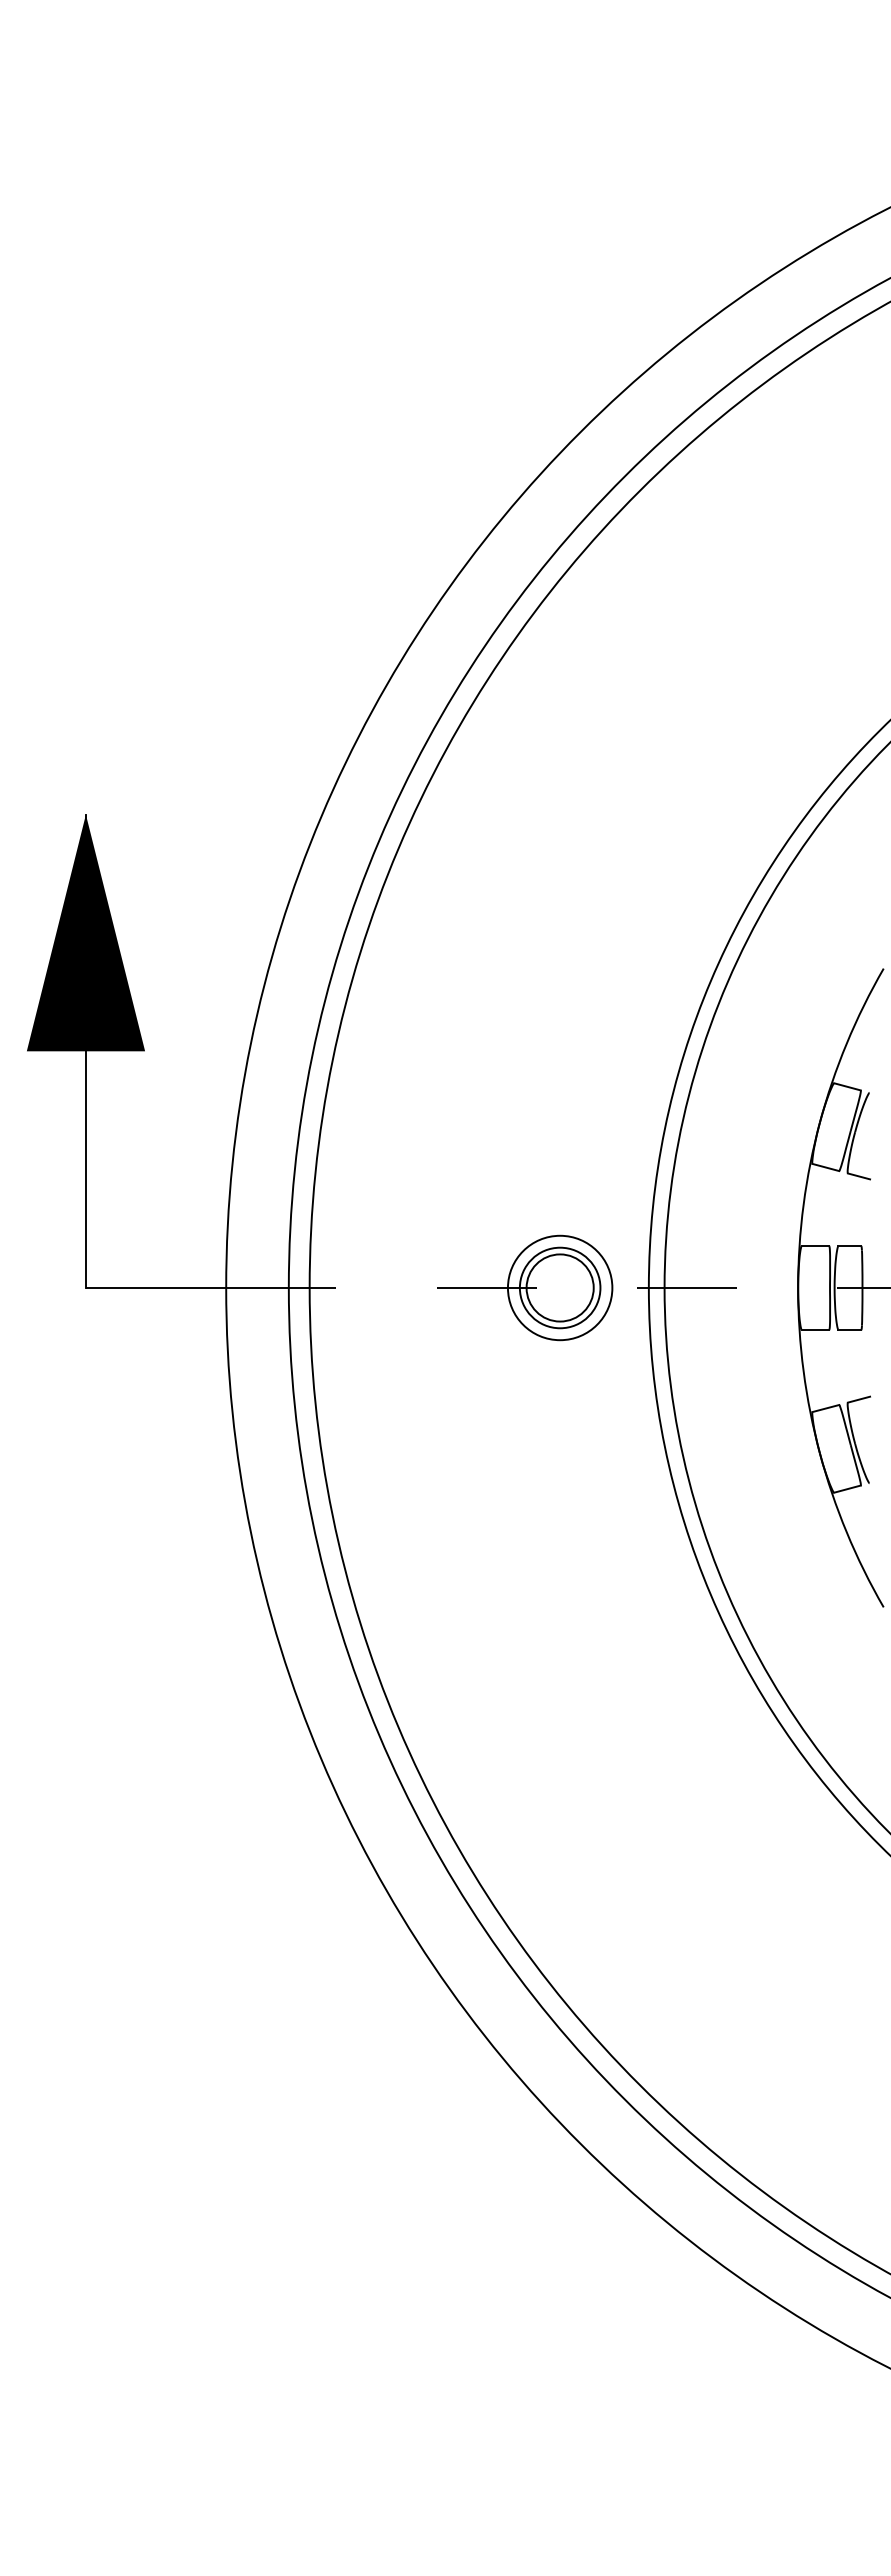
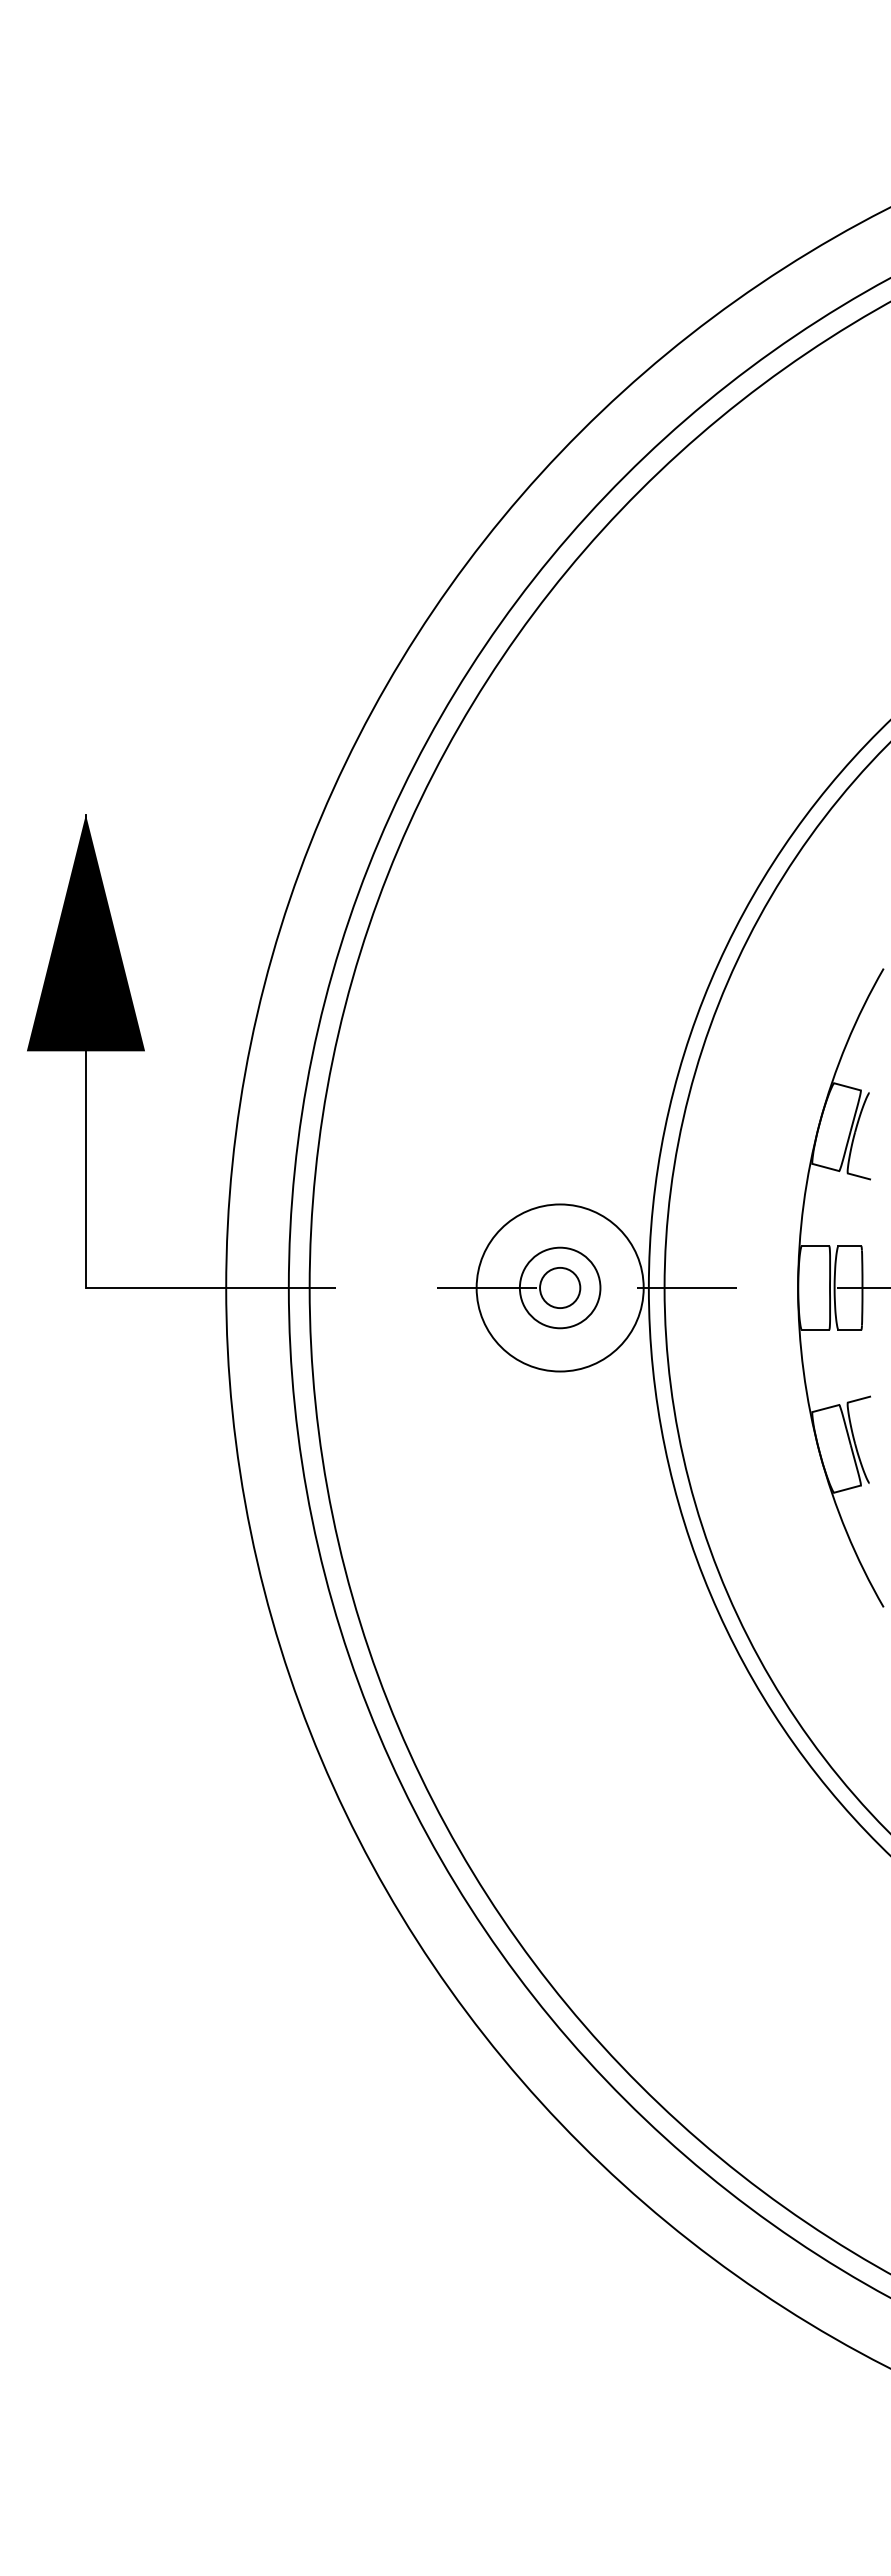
circle at (559, 1287) diameter: 104 px -> 167 px
circle at (559, 1287) diameter: 67 px -> 40 px
